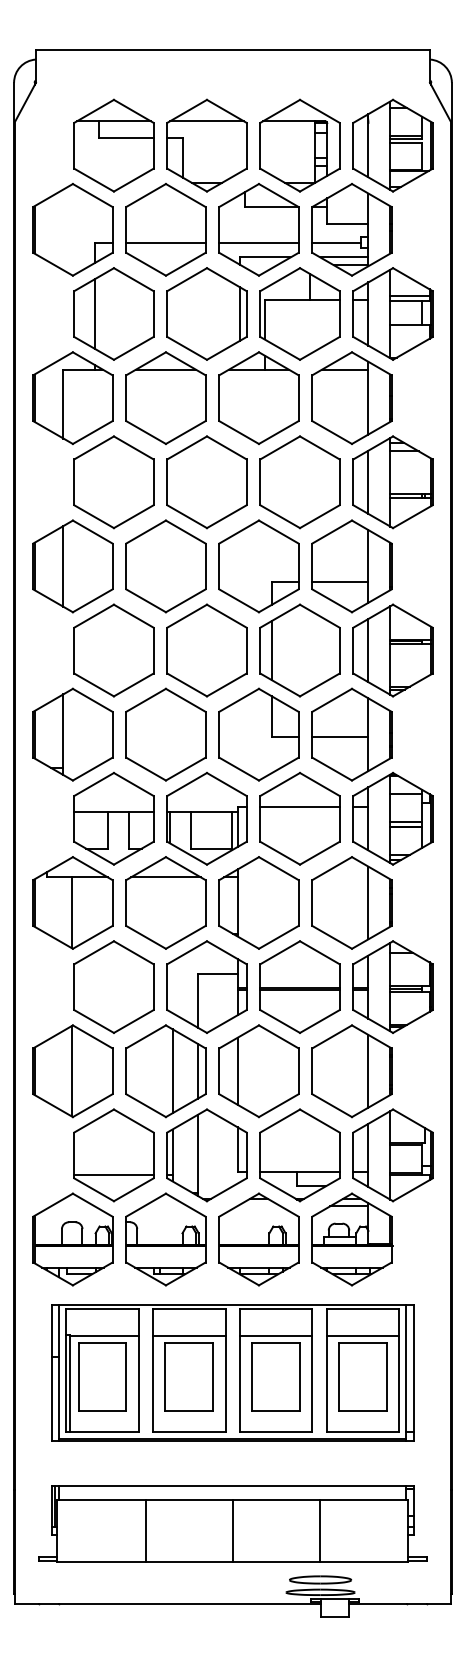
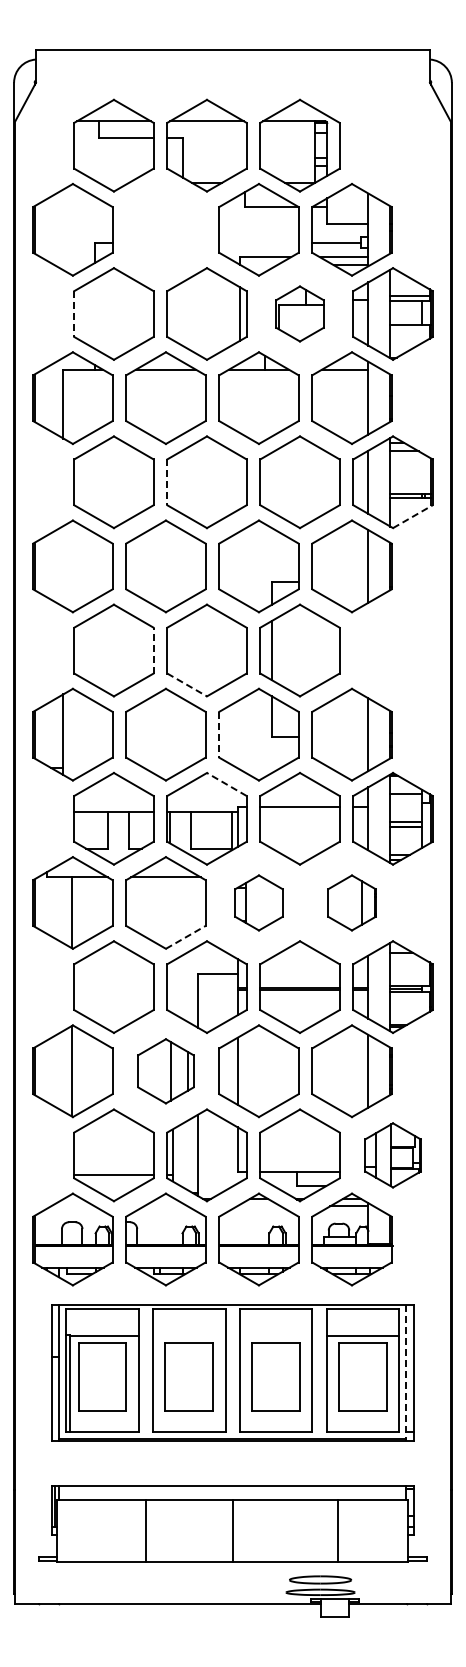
part at (392, 145): present -> none
part at (165, 229): present -> none
line at (258, 242): present -> none
line at (94, 313): present -> none
part at (299, 313) size: 82x94 px -> 50x58 px
line at (74, 314): solid -> dashed
line at (167, 482): solid -> dashed
line at (412, 516): solid -> dashed
line at (63, 566): present -> none
line at (340, 582): present -> none
line at (153, 650): solid -> dashed
part at (392, 650): present -> none
line at (187, 684): solid -> dashed
line at (219, 734): solid -> dashed
line at (340, 737): present -> none
line at (226, 784): solid -> dashed
part at (258, 902) size: 82x94 px -> 50x58 px
part at (351, 902) size: 82x94 px -> 50x58 px
line at (185, 937): solid -> dashed
part at (165, 1071) size: 82x95 px -> 58x67 px
part at (392, 1155) size: 82x95 px -> 58x67 px
line at (189, 1335): present -> none
line at (275, 1335): present -> none
line at (406, 1373): solid -> dashed
line at (319, 1530) position: (319, 1530) -> (337, 1530)
